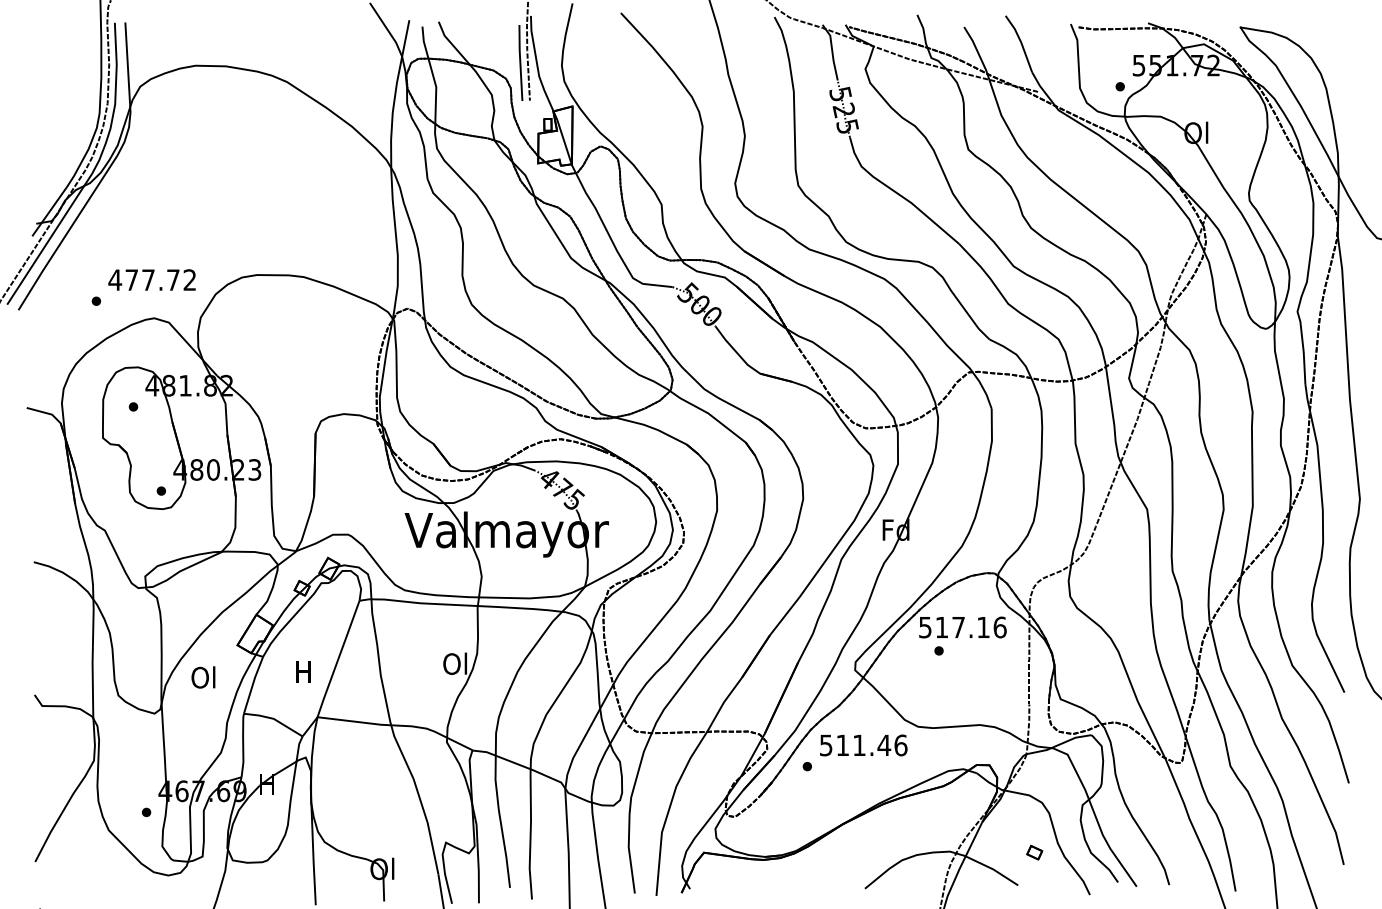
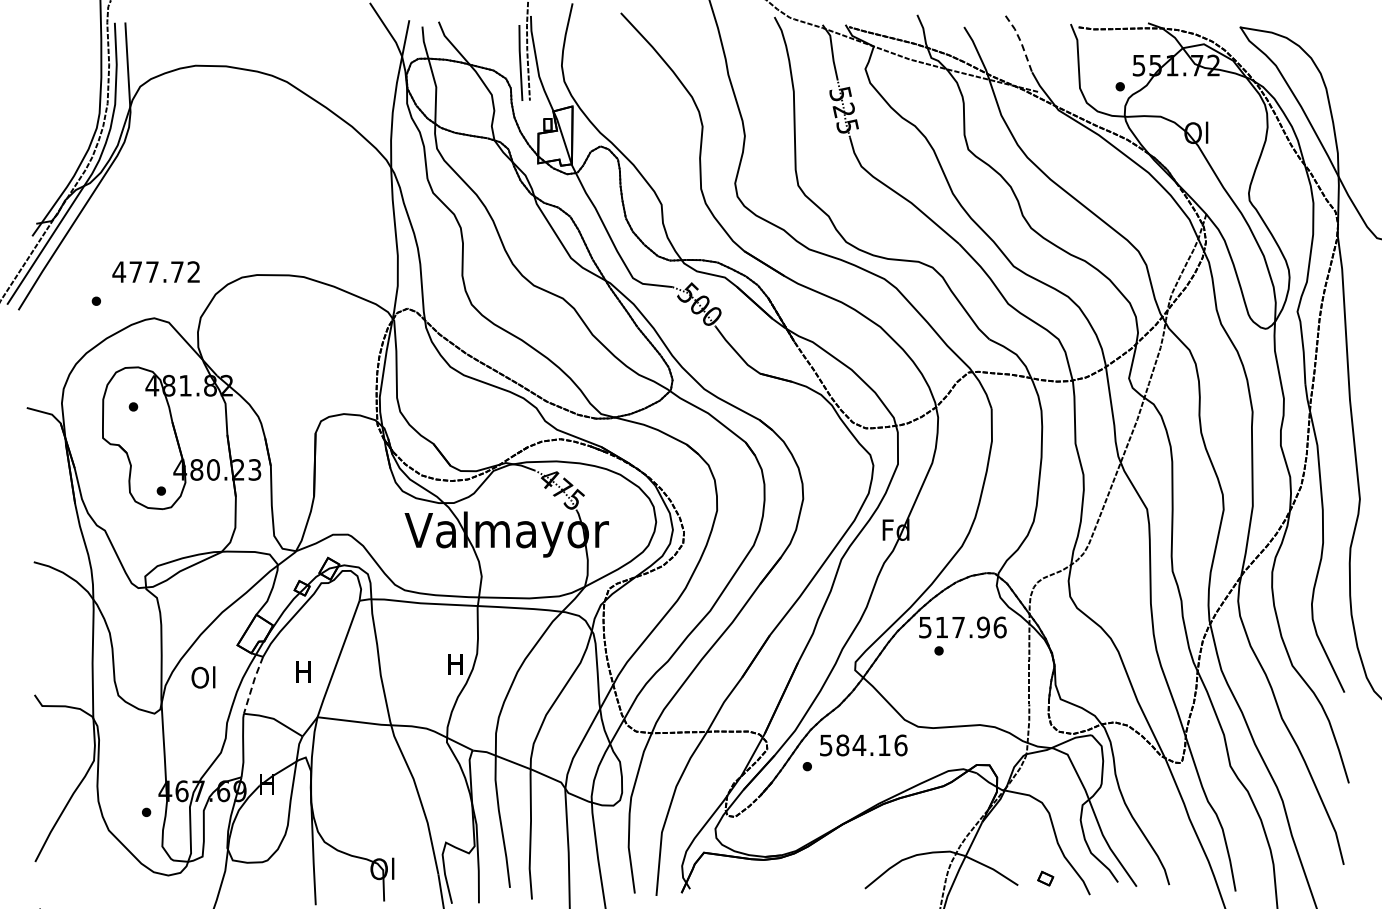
line at (1021, 42): solid -> dashed
text at (151, 279) position: (151, 279) -> (155, 271)
text at (983, 627): 517.16 -> 517.96
text at (454, 663): Ol -> H
line at (253, 684): solid -> dashed
text at (863, 745): 511.46 -> 584.16
part at (1034, 852) position: (1034, 852) -> (1045, 878)
